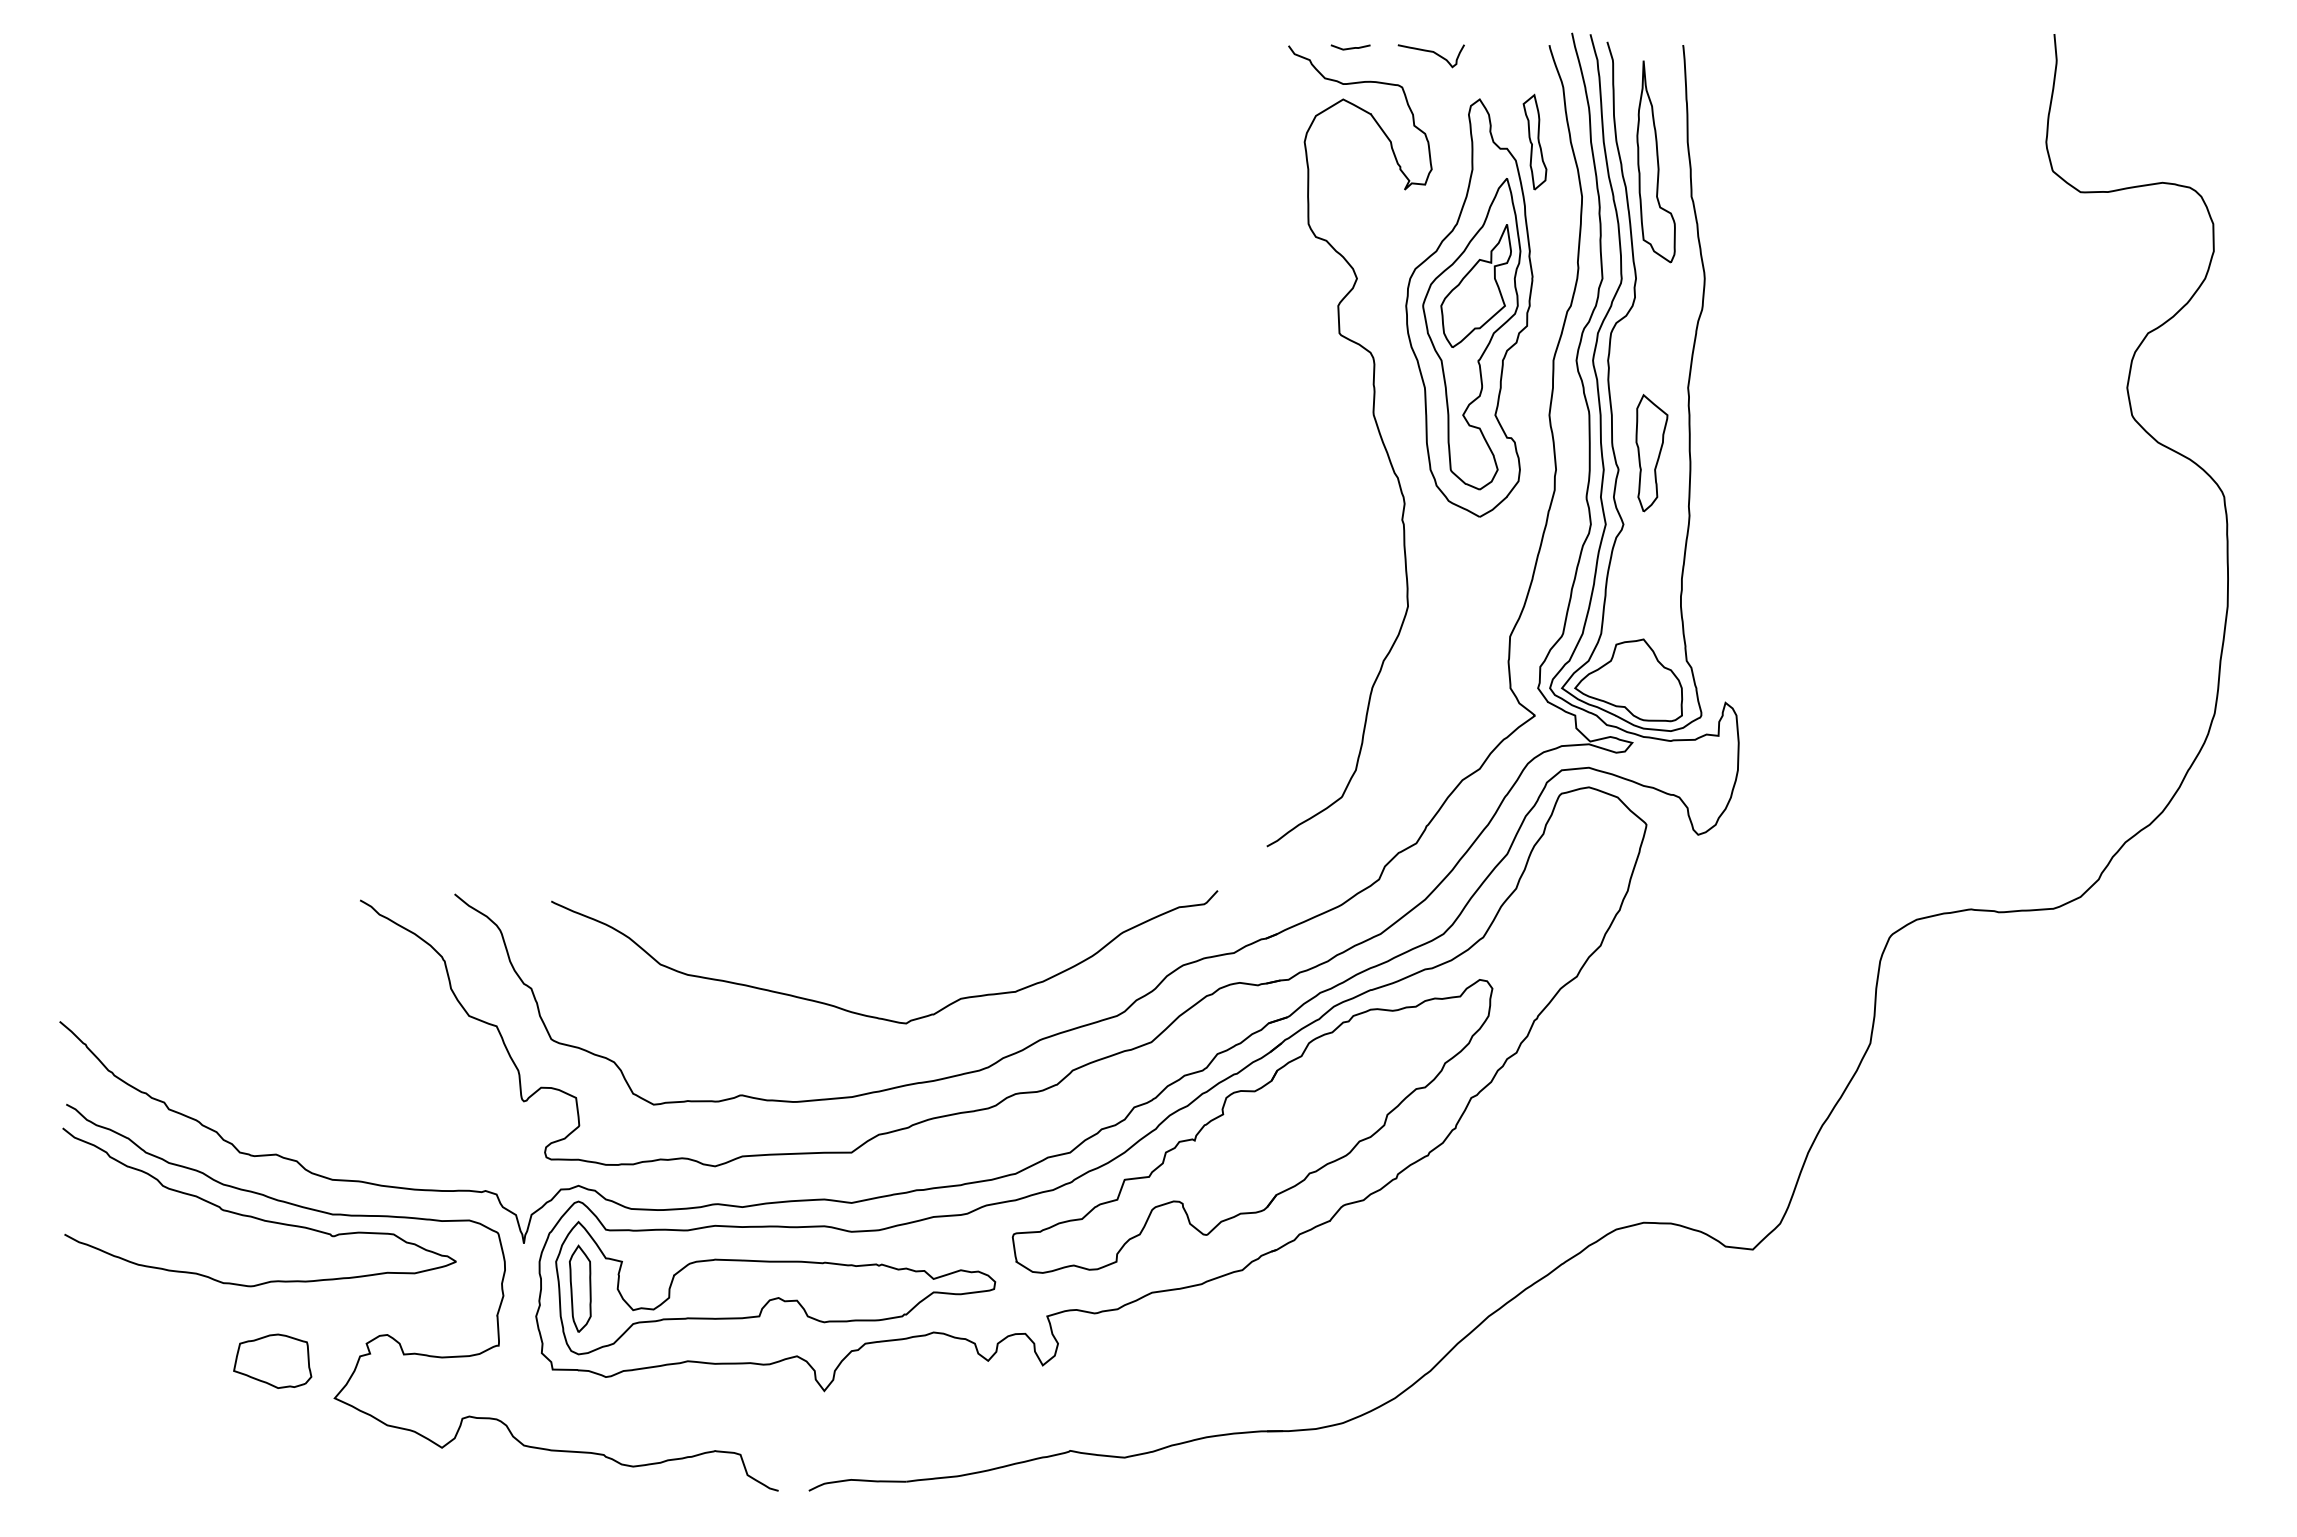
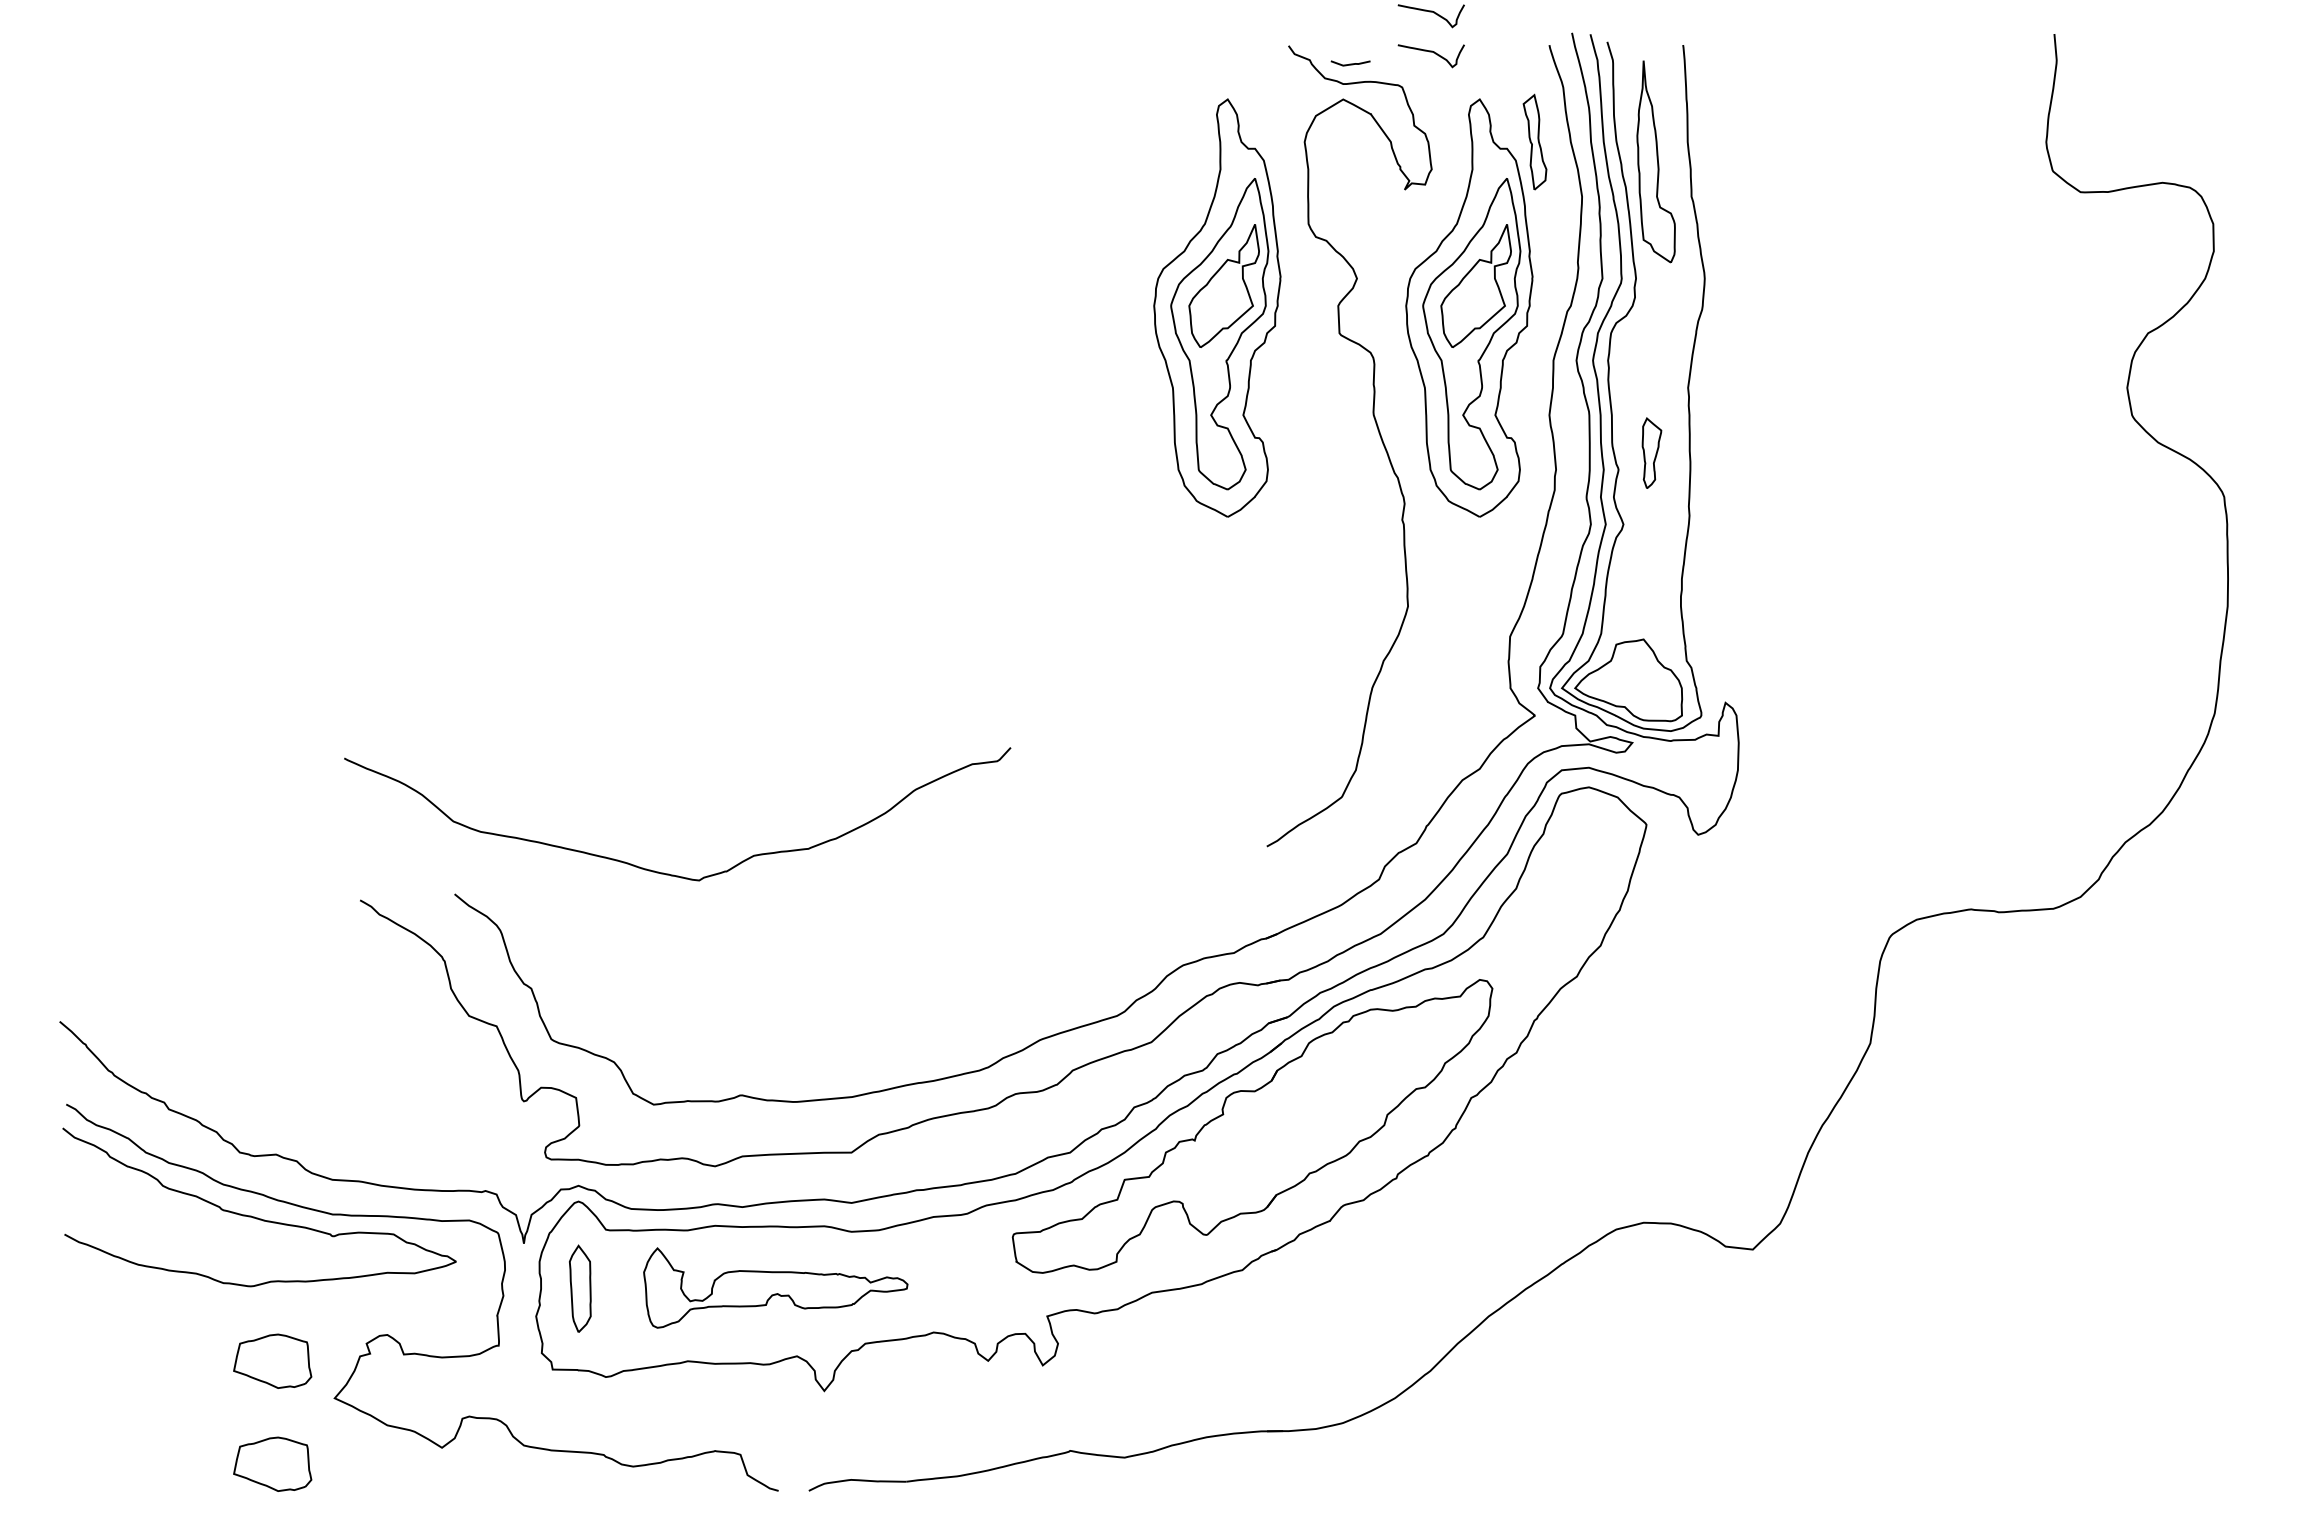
curve at (1430, 12): none -> present
line at (1350, 47) position: (1350, 47) -> (1350, 63)
part at (1217, 307): none -> present
part at (1651, 453) size: 34x119 px -> 22x72 px
curve at (876, 1016) position: (876, 1016) -> (669, 873)
part at (775, 1287) size: 442x136 px -> 266x82 px
part at (272, 1463): none -> present
